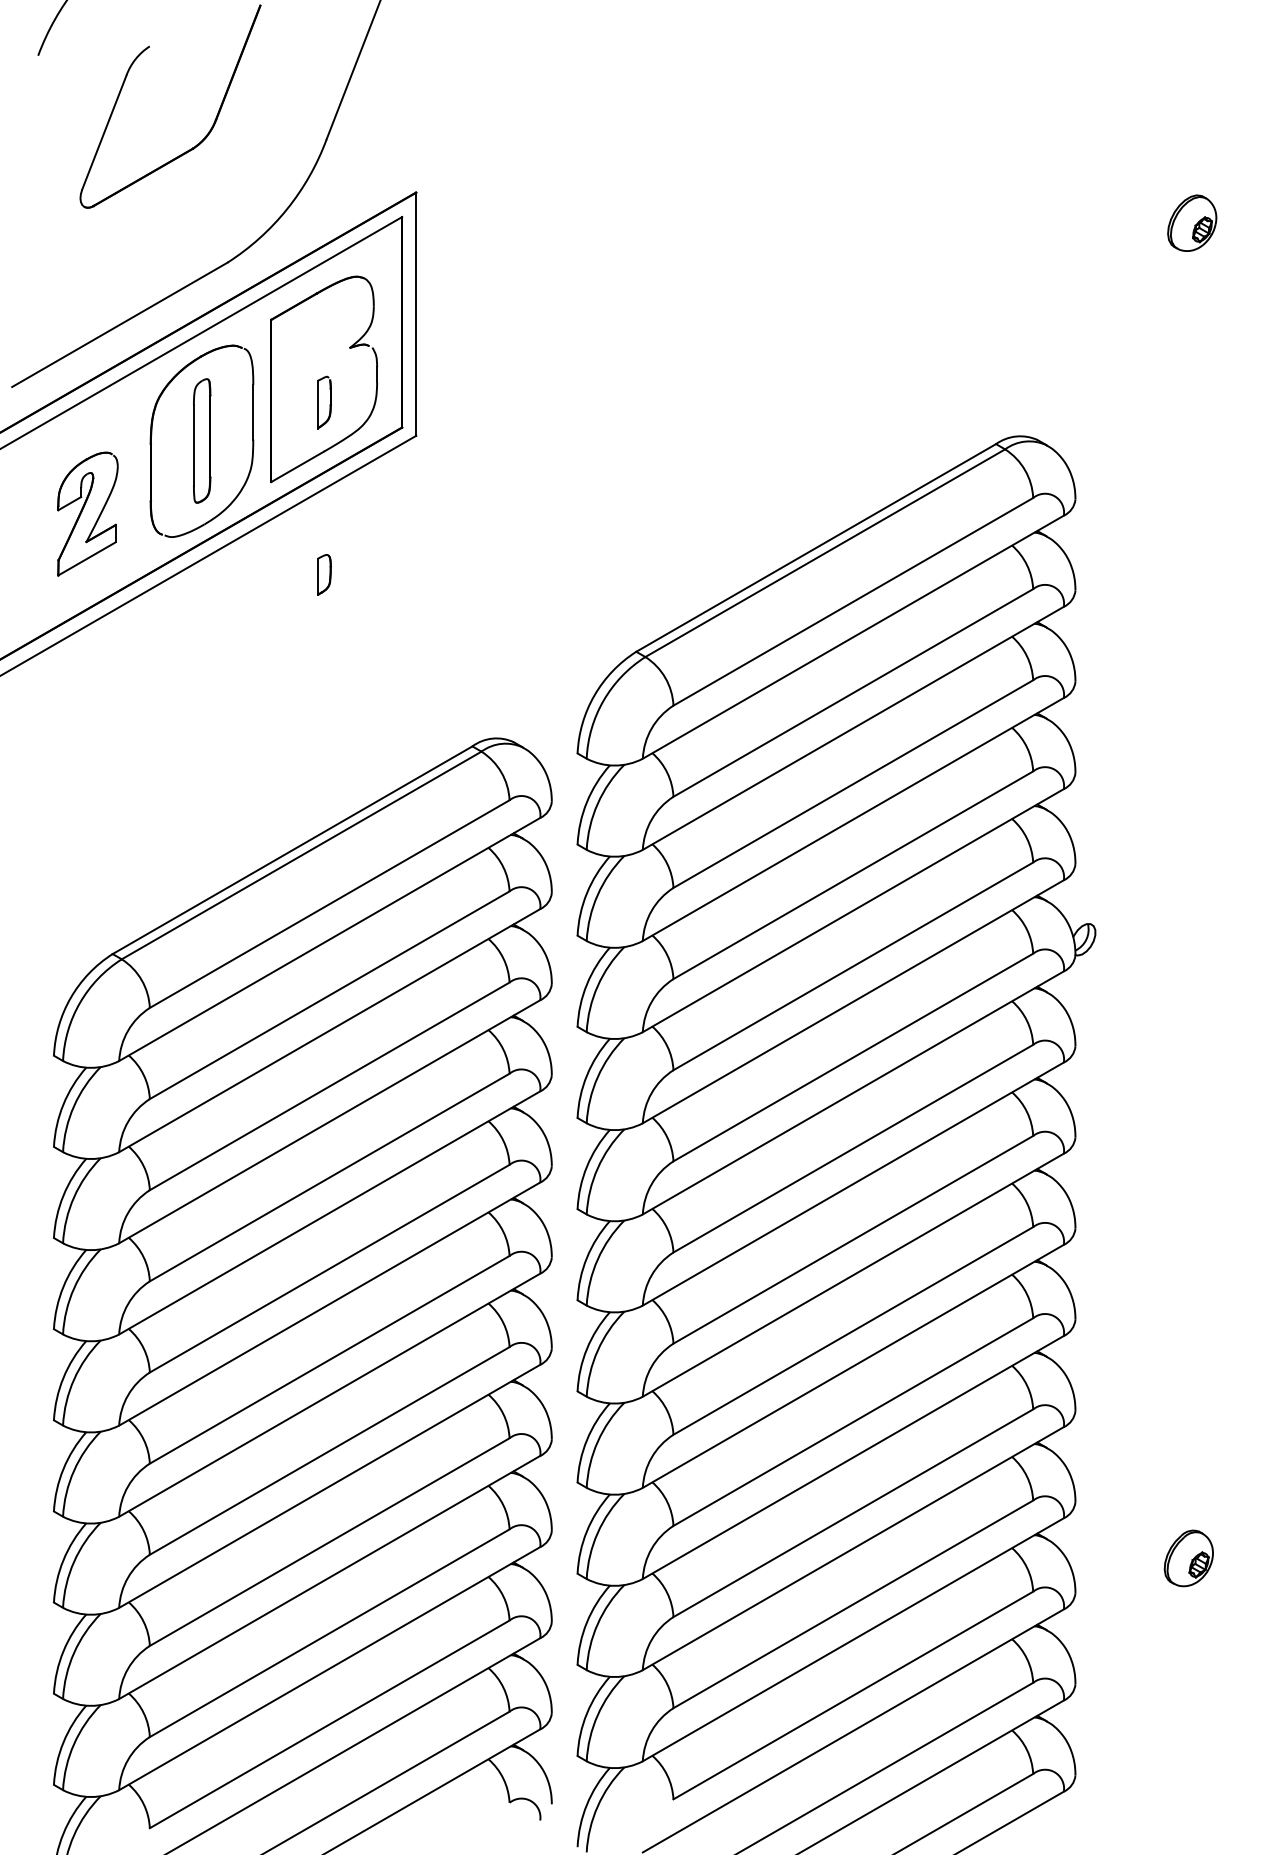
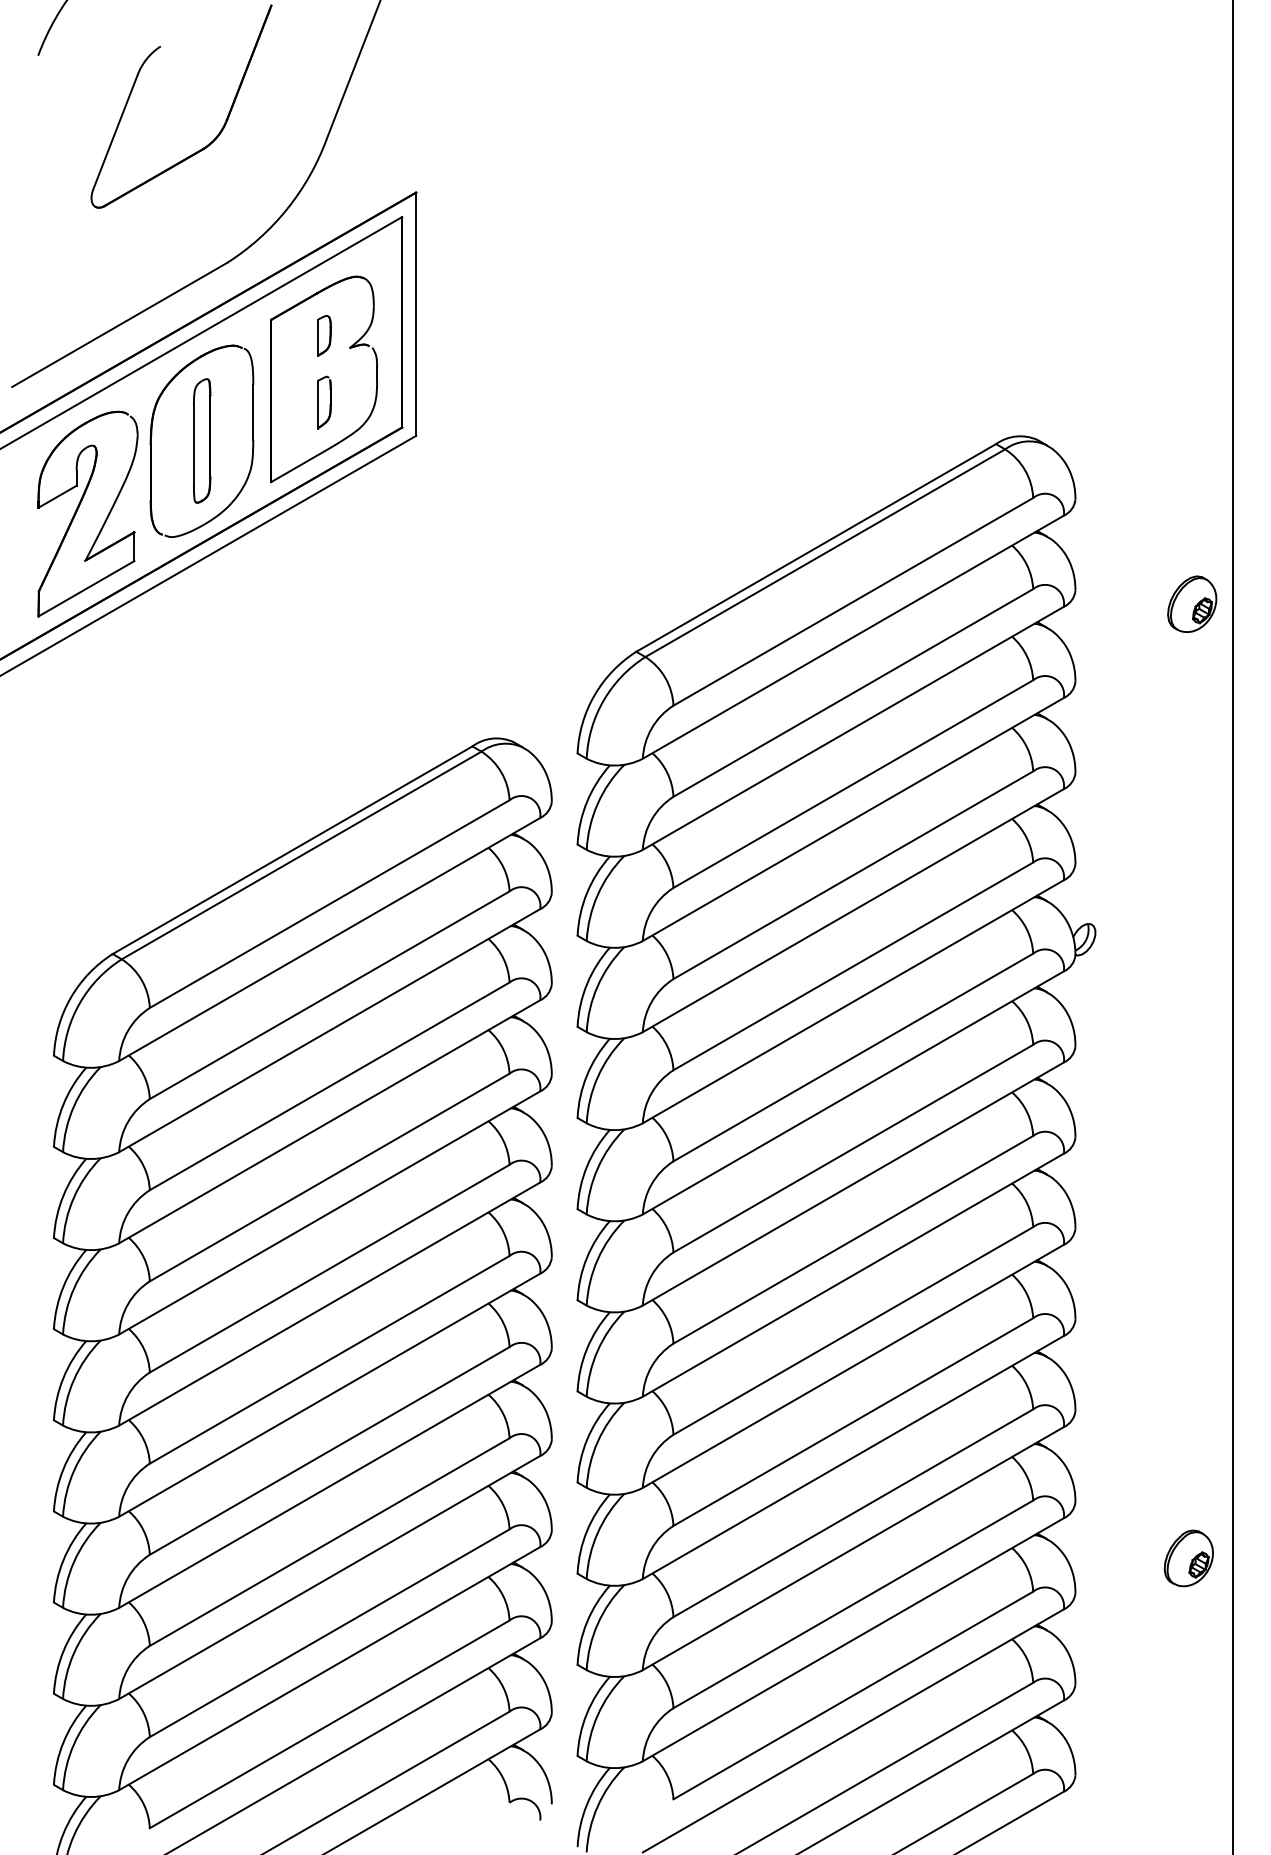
part at (205, 135) position: (205, 135) -> (216, 135)
part at (1192, 222) position: (1192, 222) -> (1192, 603)
part at (87, 513) size: 62x126 px -> 102x208 px
part at (324, 574) position: (324, 574) -> (324, 335)
line at (1232, 926): none -> present
